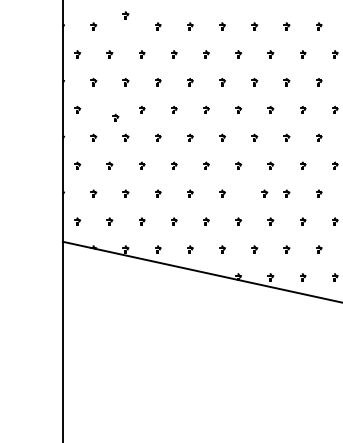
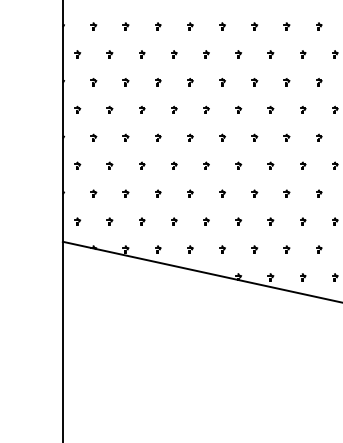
part at (125, 15) position: (125, 15) -> (125, 26)
part at (115, 117) position: (115, 117) -> (109, 109)
part at (264, 193) position: (264, 193) -> (254, 193)
